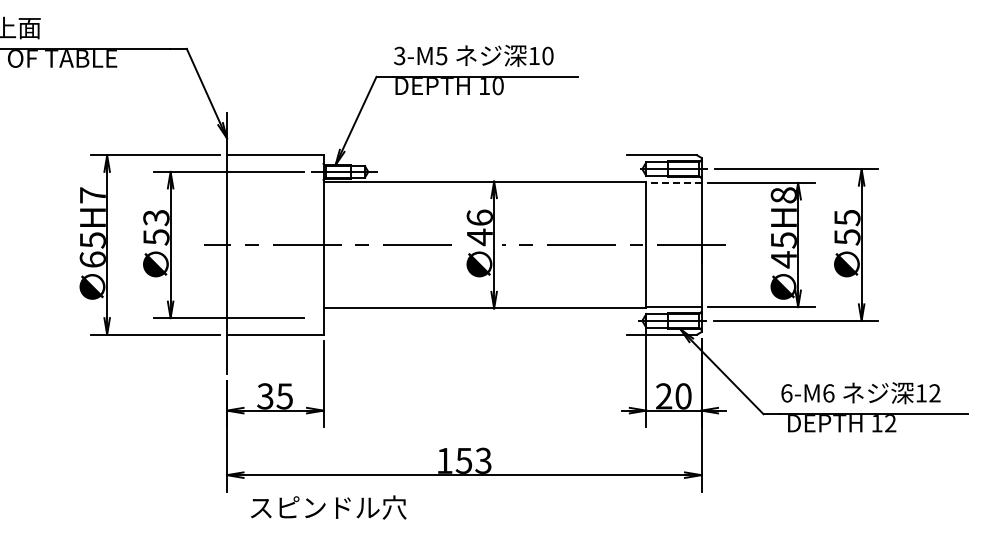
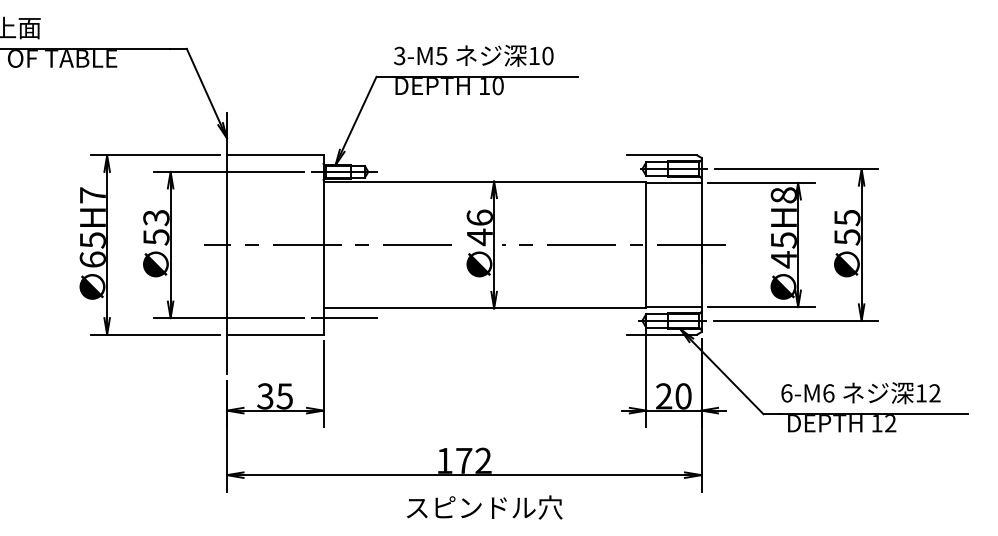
line at (673, 182): dashed -> solid
line at (344, 318): none -> present
text at (473, 460): 153 -> 172
text at (328, 507) position: (328, 507) -> (484, 507)
